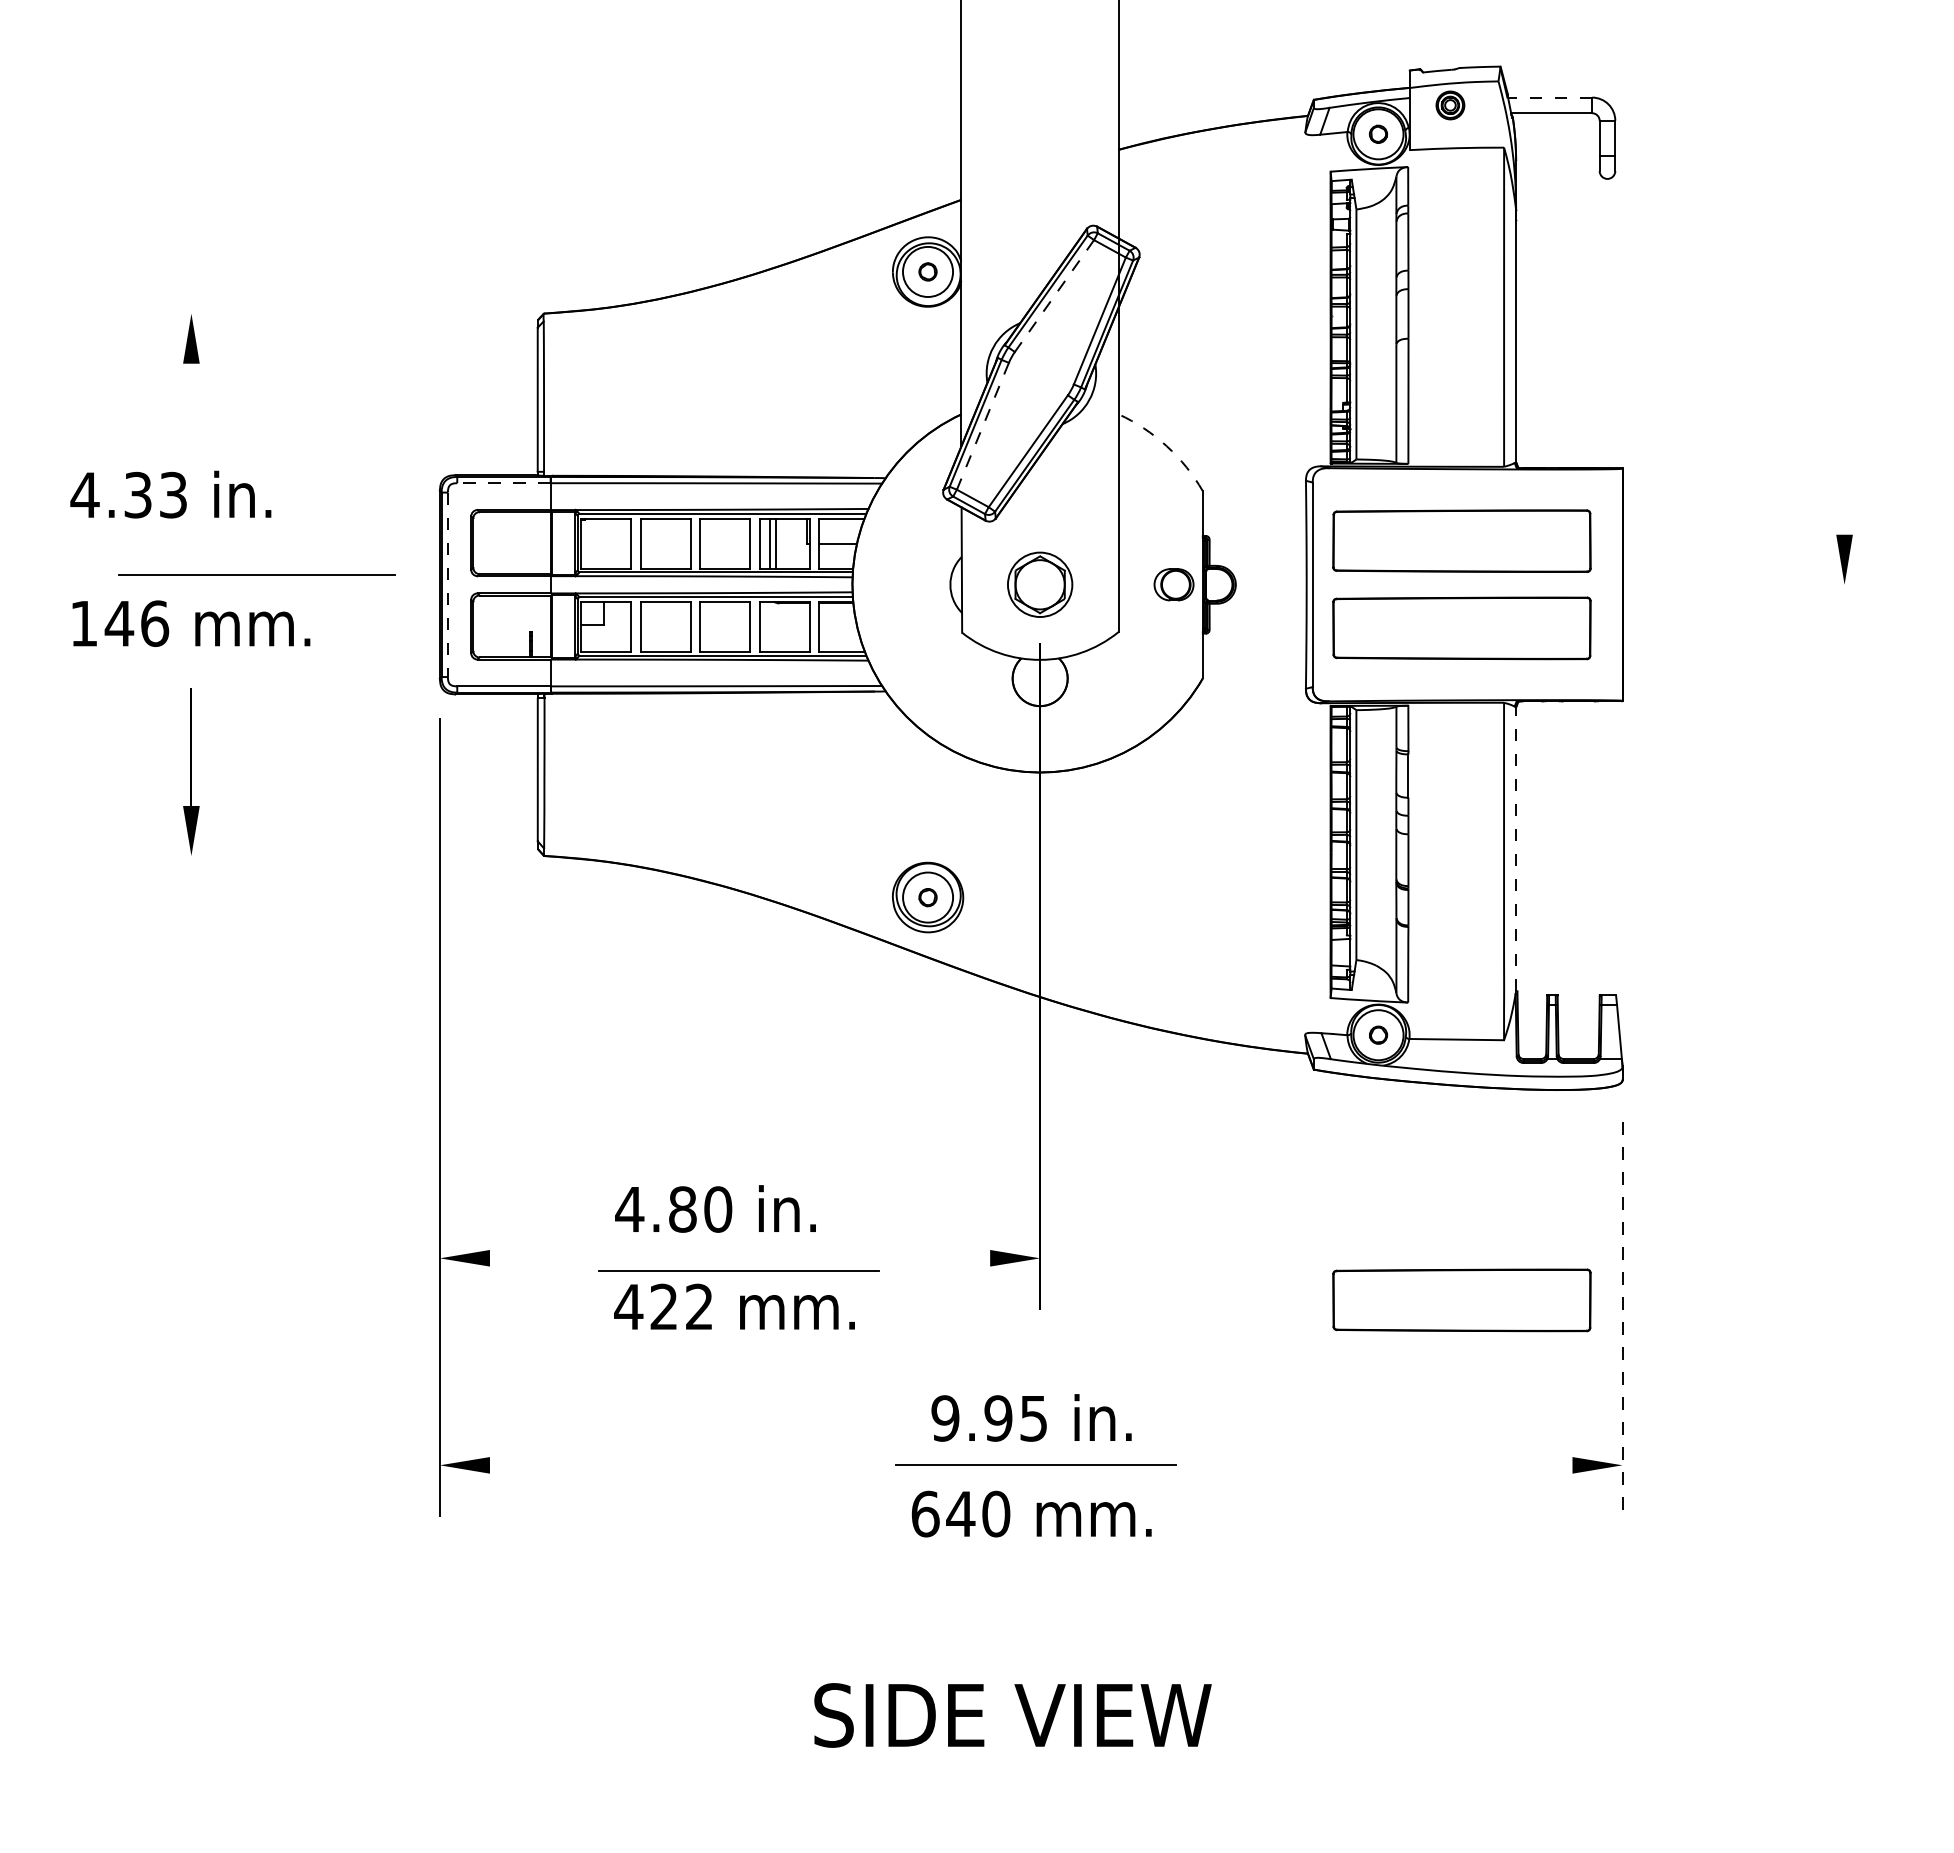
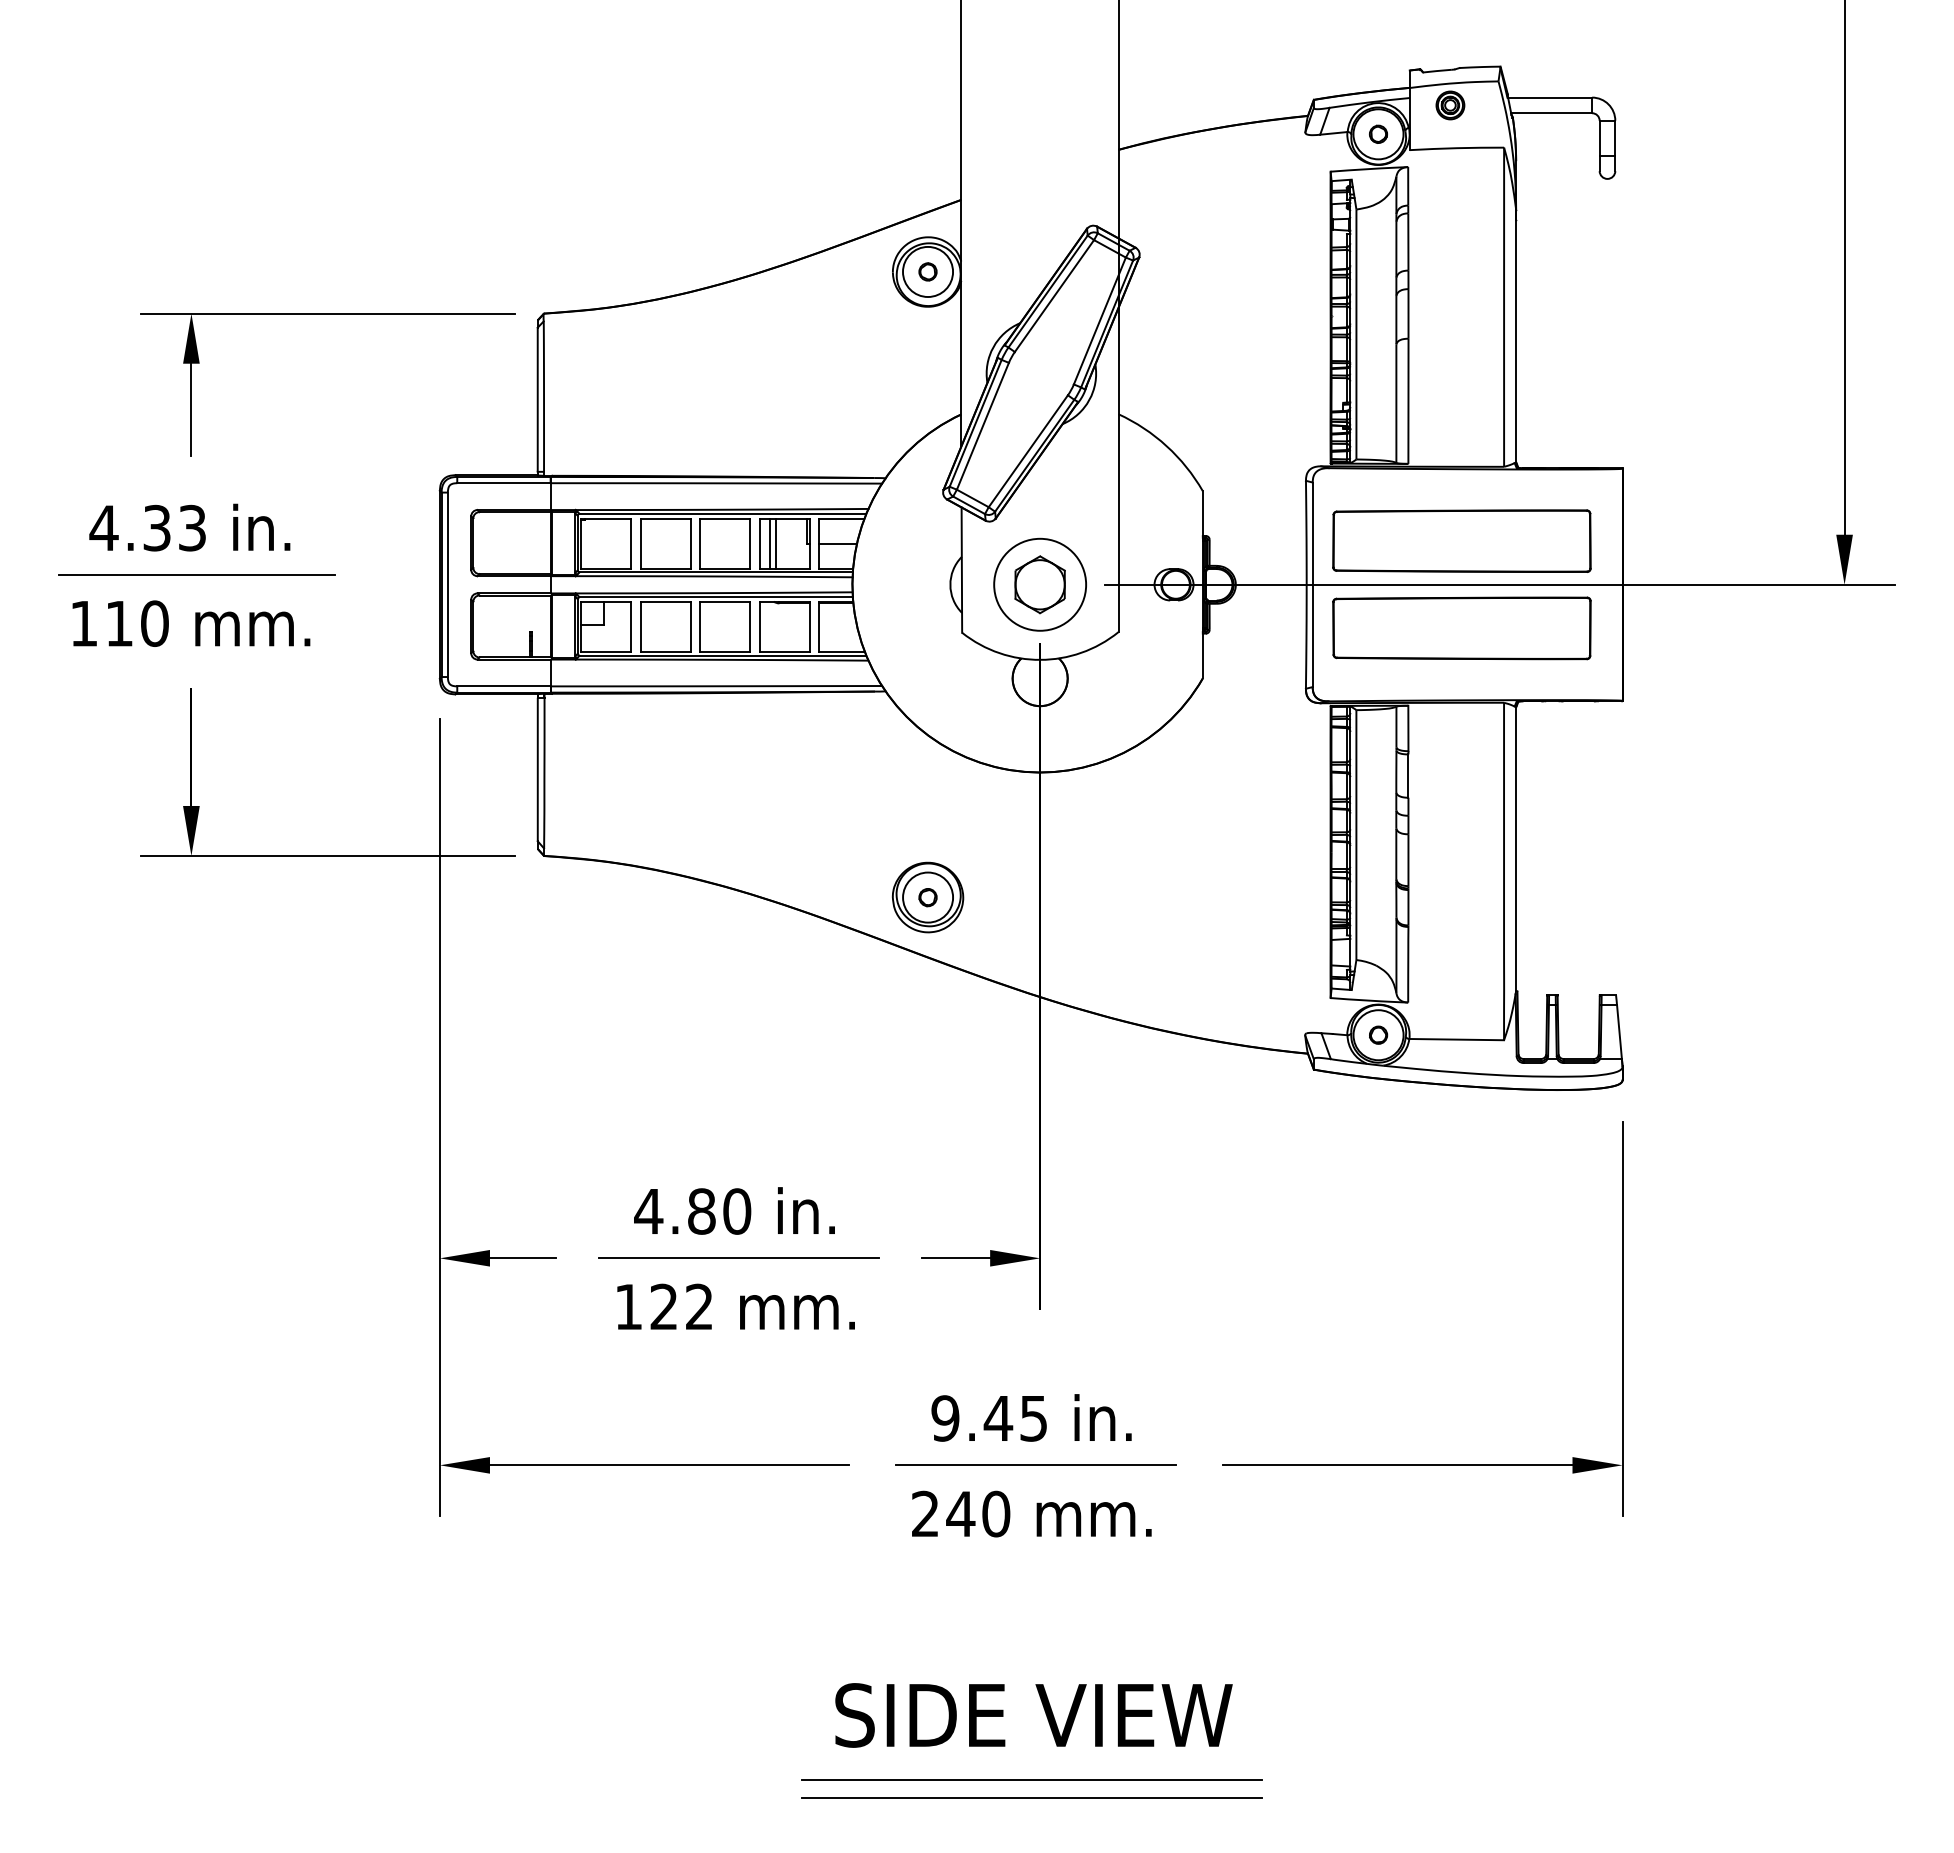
line at (1549, 97): dashed -> solid
line at (1844, 268): none -> present
line at (1054, 296): dashed -> solid
line at (327, 313): none -> present
line at (191, 409): none -> present
line at (982, 426): dashed -> solid
arc at (1166, 446): dashed -> solid
line at (503, 483): dashed -> solid
text at (170, 494) position: (170, 494) -> (189, 527)
line at (256, 574) position: (256, 574) -> (196, 574)
circle at (1039, 584) diameter: 64 px -> 92 px
line at (1500, 584): none -> present
line at (447, 585): dashed -> solid
text at (136, 623): 146 -> 110
line at (1516, 848): dashed -> solid
line at (327, 856): none -> present
text at (715, 1208) position: (715, 1208) -> (734, 1210)
line at (522, 1258): none -> present
line at (960, 1258): none -> present
line at (738, 1270) position: (738, 1270) -> (738, 1257)
part at (1461, 1300): present -> none
text at (628, 1306): 422 -> 122
line at (1622, 1319): dashed -> solid
text at (998, 1418): 9.95 -> 9.45
line at (668, 1465): none -> present
line at (1397, 1465): none -> present
text at (925, 1513): 640 -> 240
text at (1012, 1715) position: (1012, 1715) -> (1033, 1715)
line at (1031, 1779): none -> present
line at (1031, 1797): none -> present
